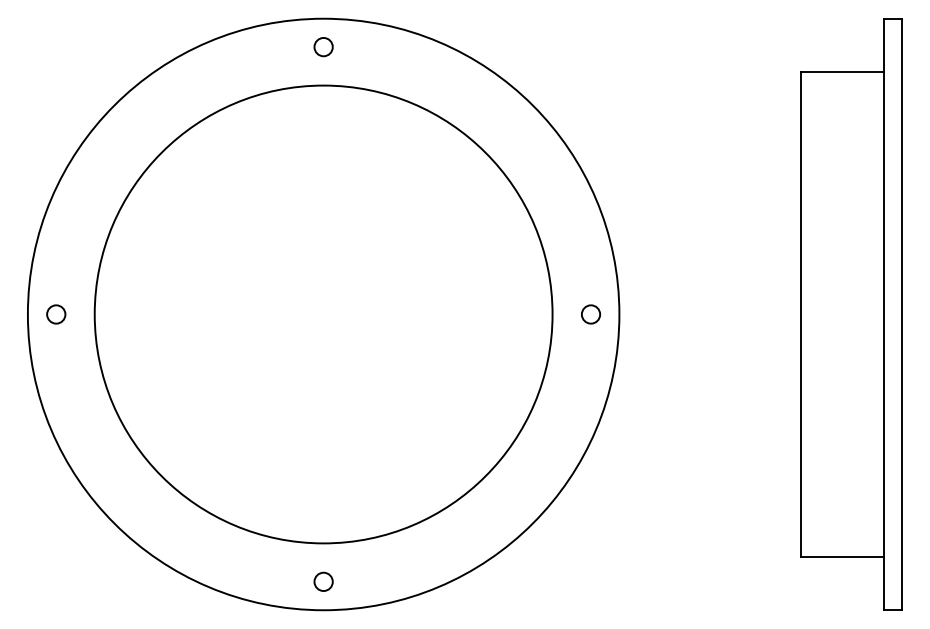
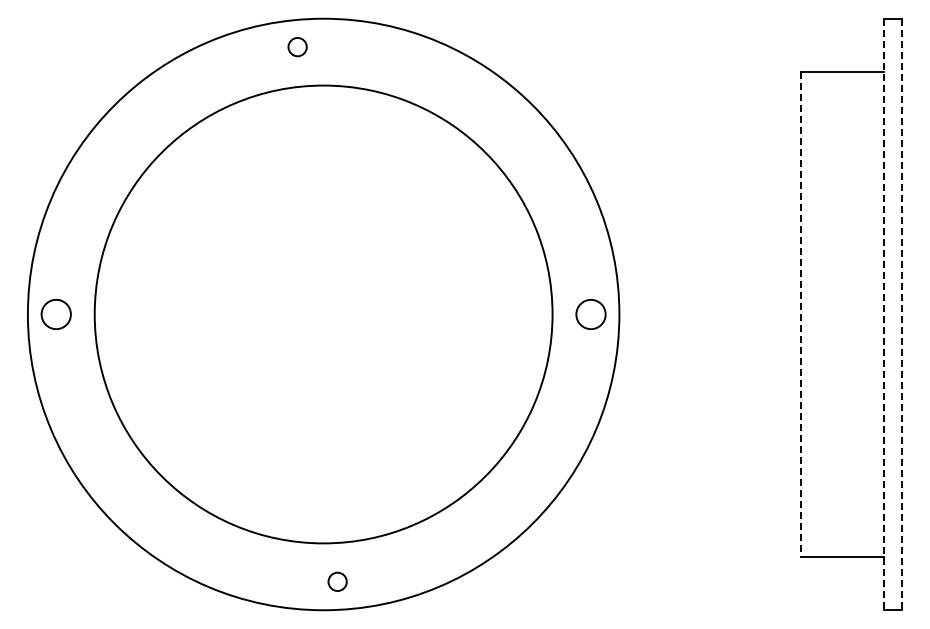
circle at (323, 47) position: (323, 47) -> (297, 47)
circle at (56, 314) diameter: 18 px -> 29 px
circle at (590, 314) diameter: 18 px -> 29 px
line at (801, 314): solid -> dashed
line at (883, 314): solid -> dashed
line at (902, 314): solid -> dashed
circle at (323, 581) position: (323, 581) -> (337, 581)
